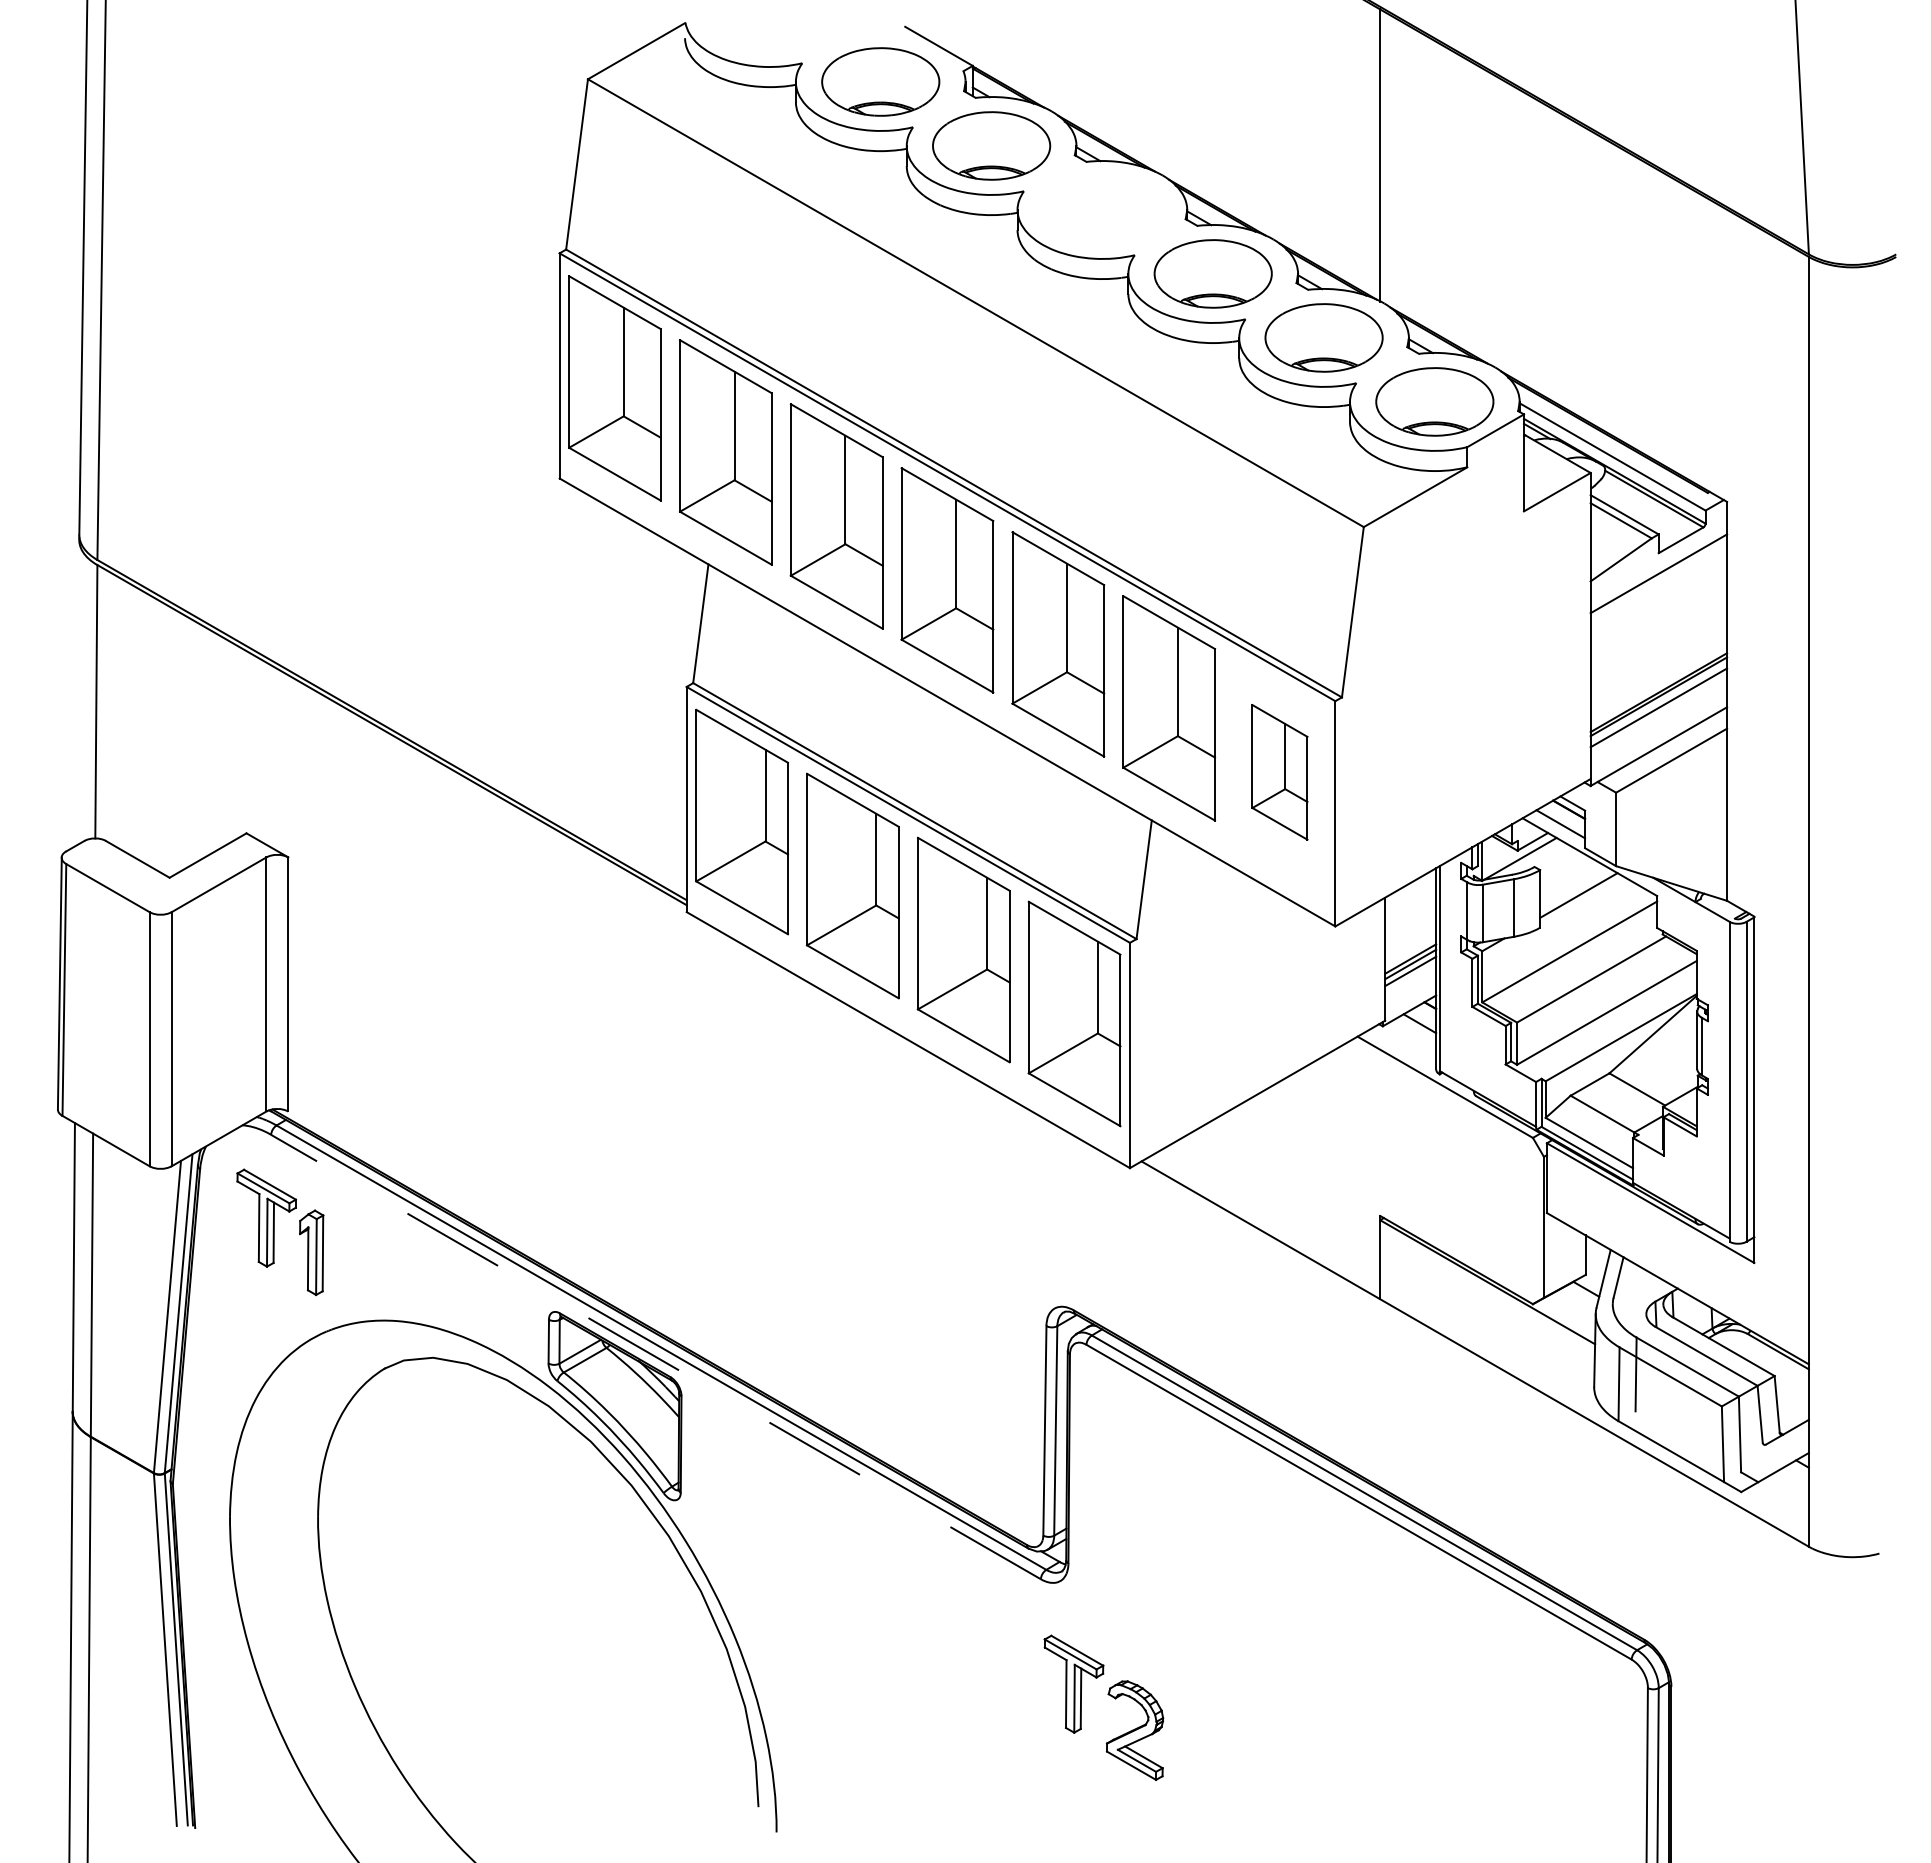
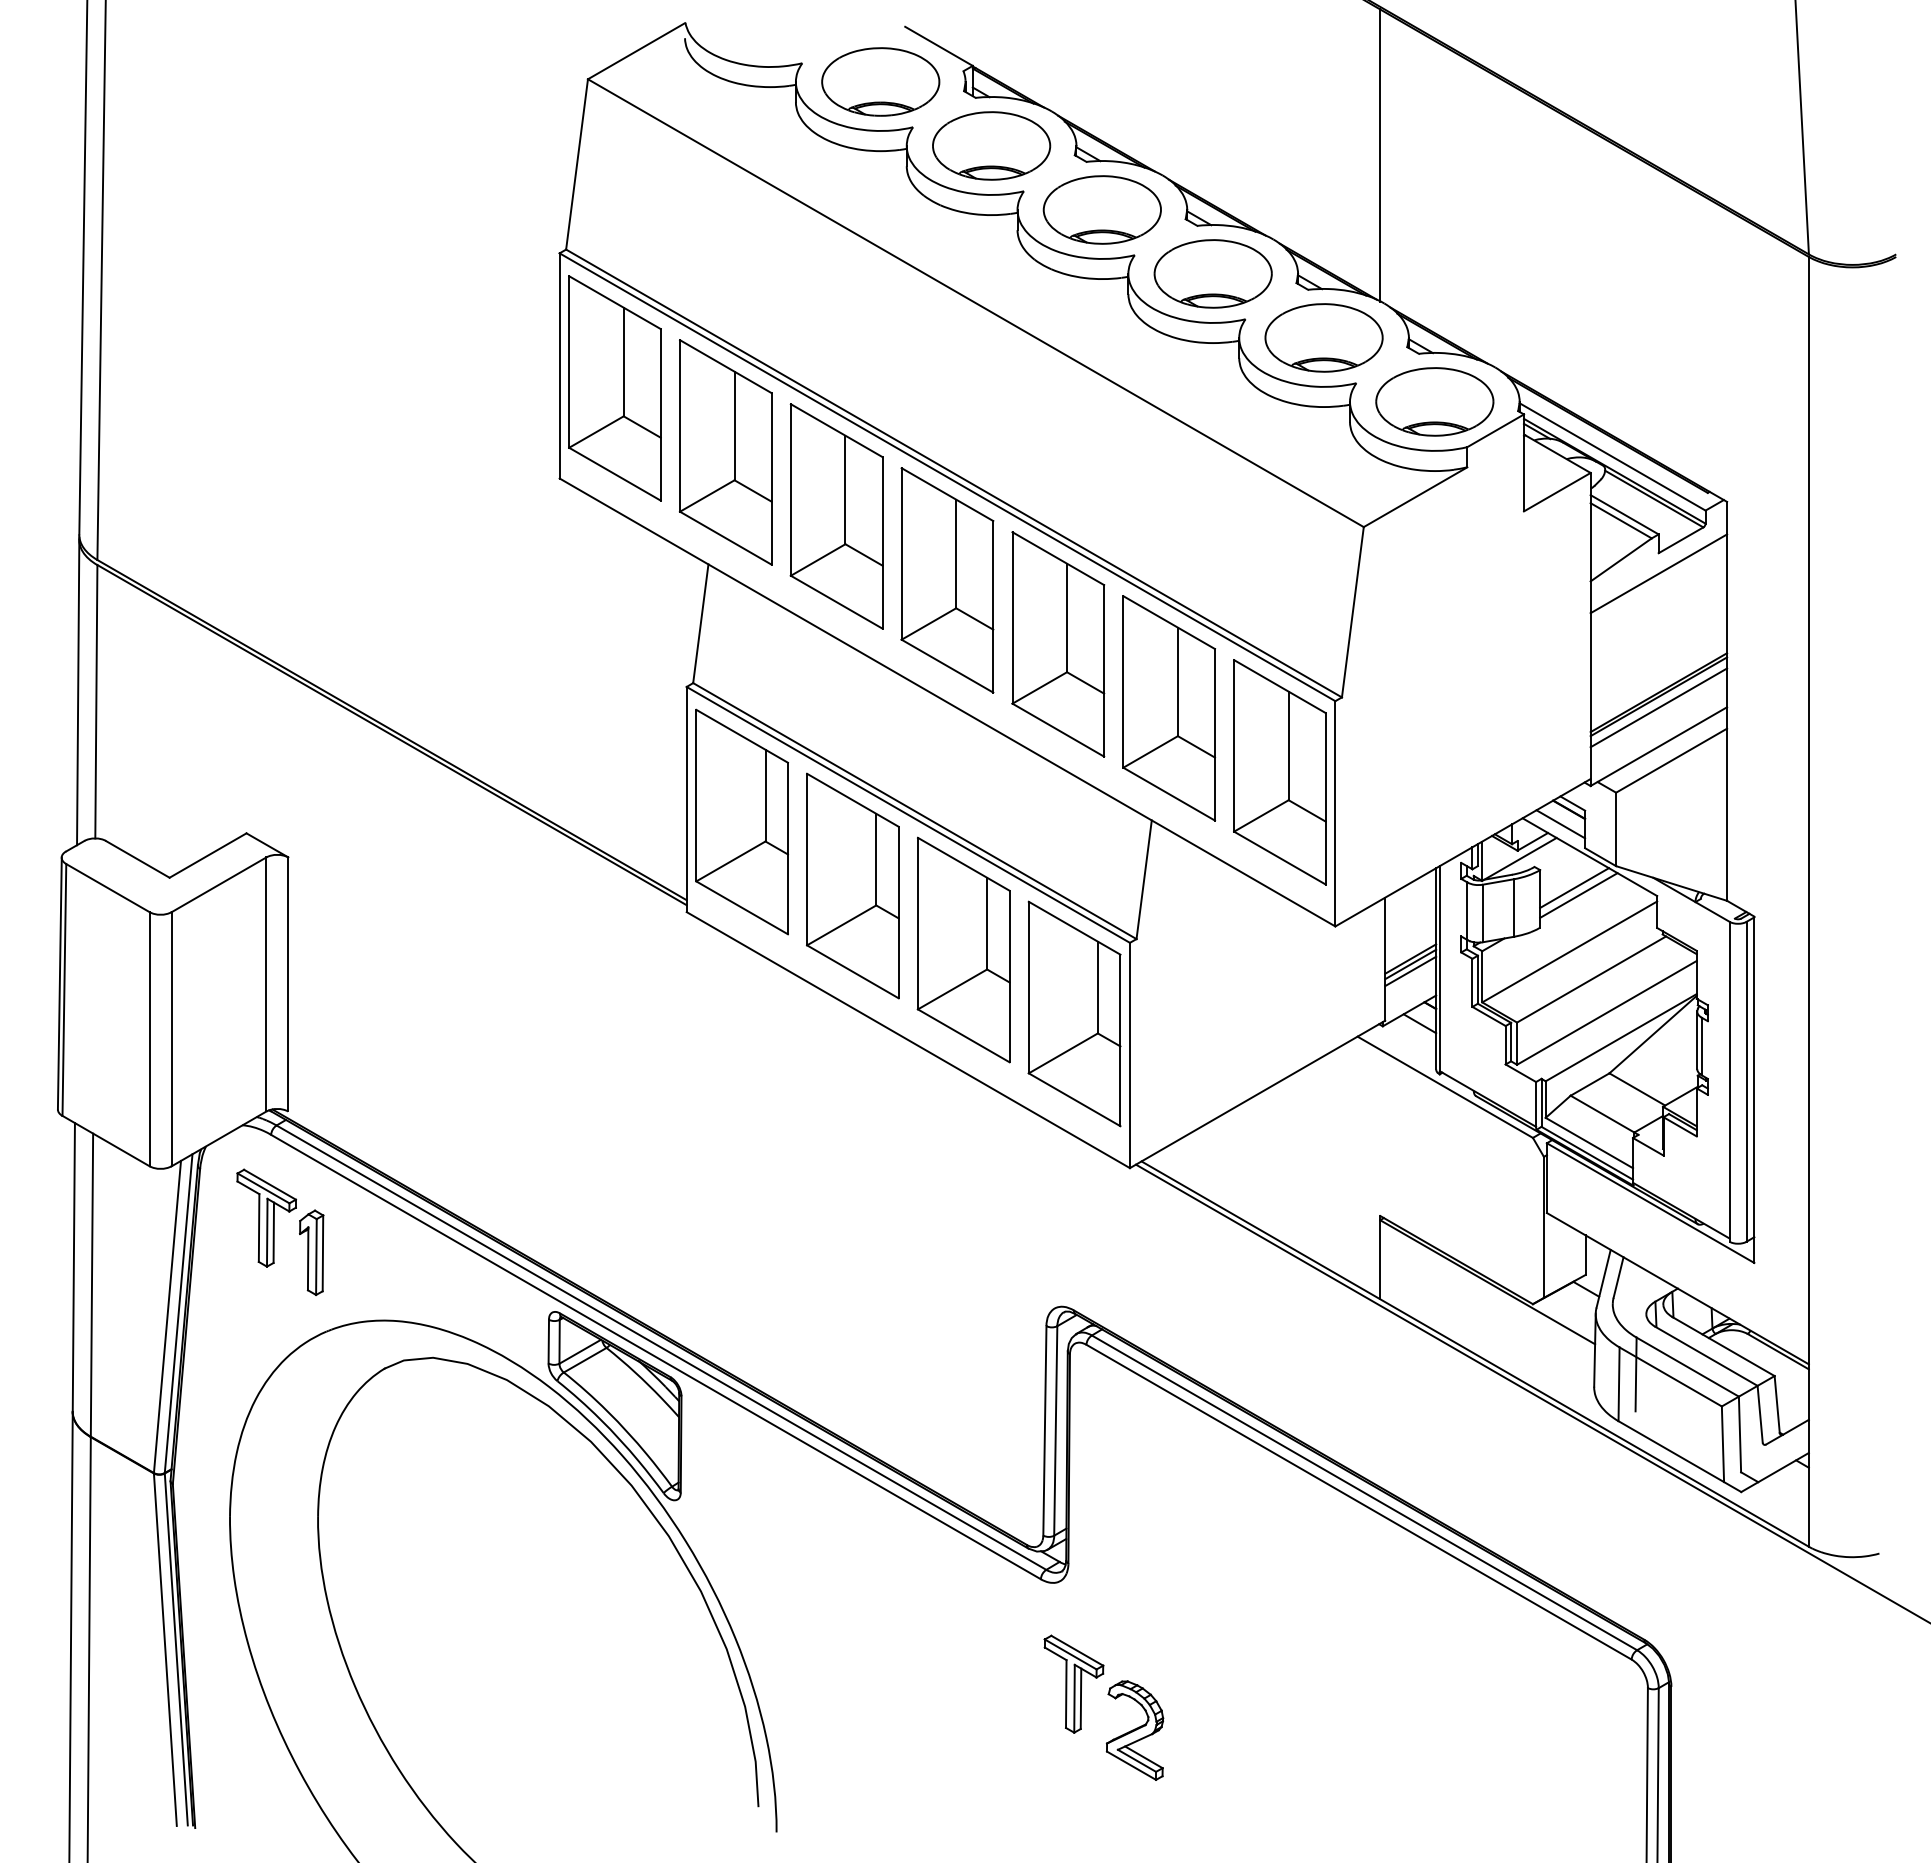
part at (1101, 209): none -> present
line at (78, 692): none -> present
part at (1279, 772) size: 58x137 px -> 94x227 px
line at (1574, 887): none -> present
line at (655, 1356): dashed -> solid
line at (1531, 1392): none -> present
